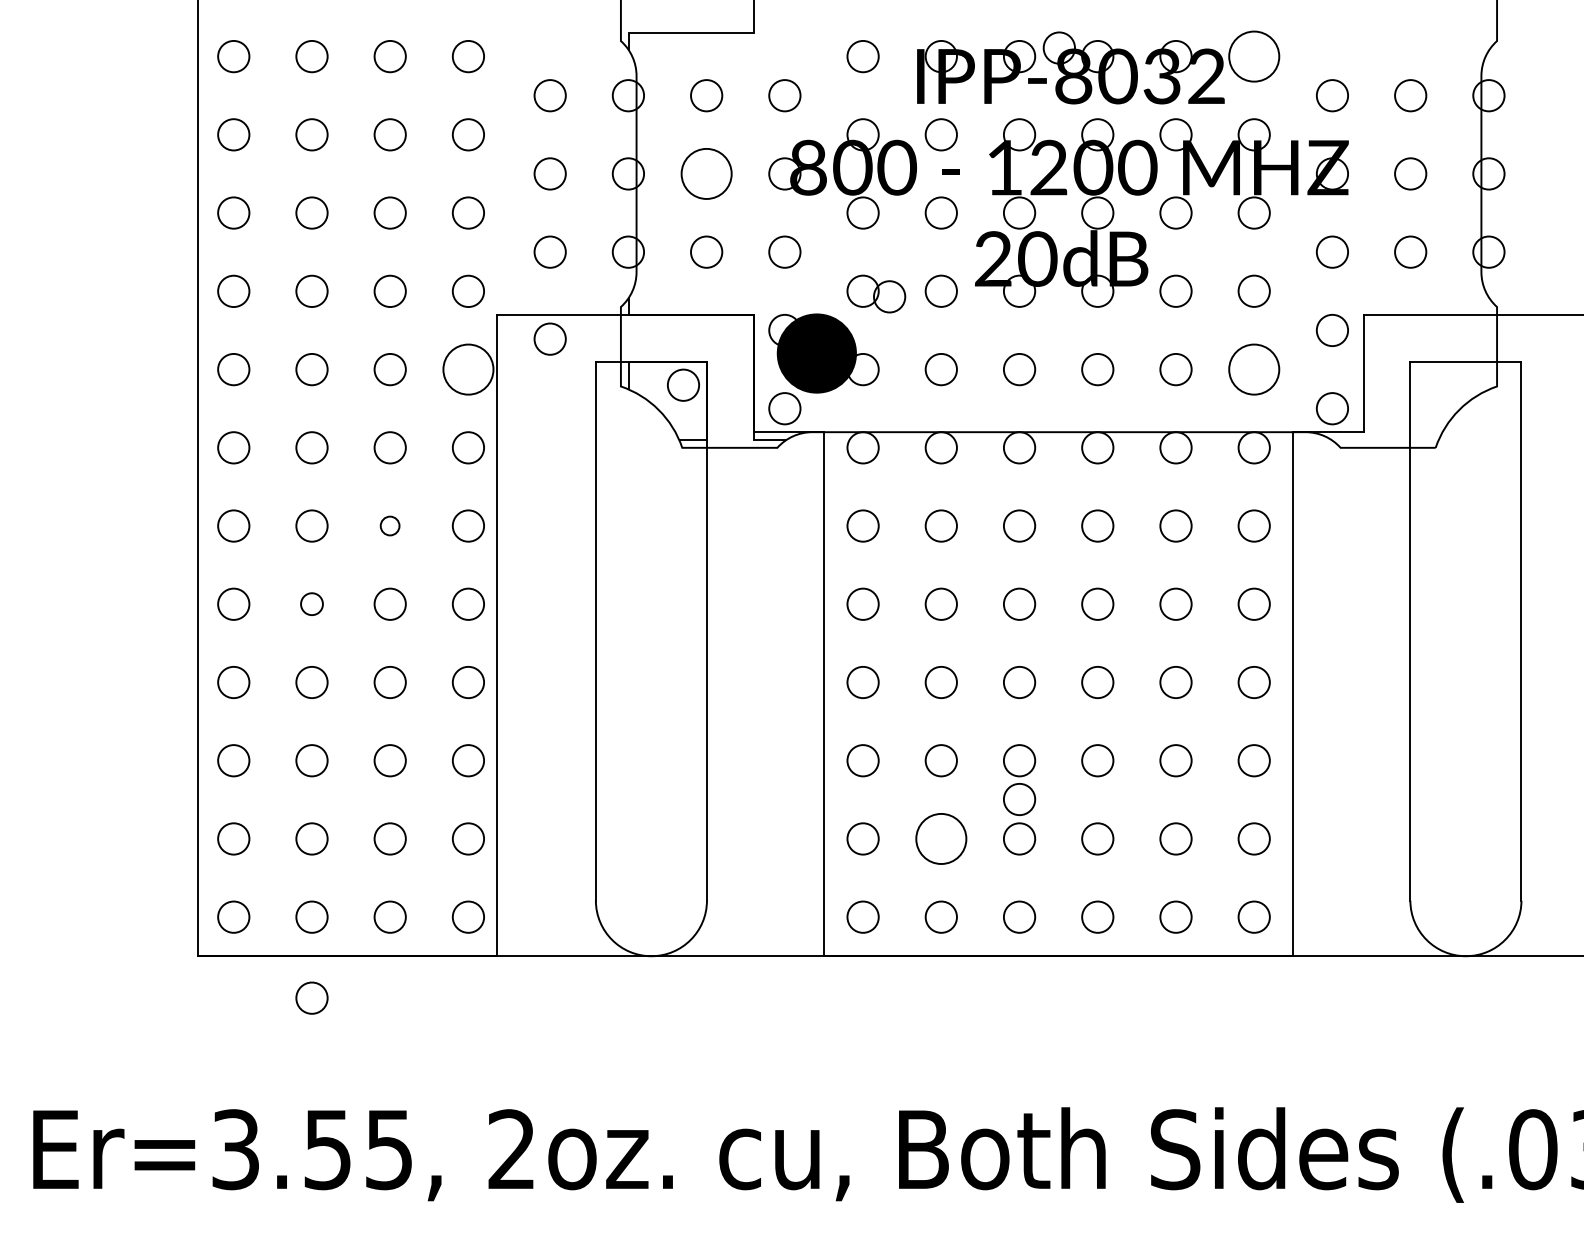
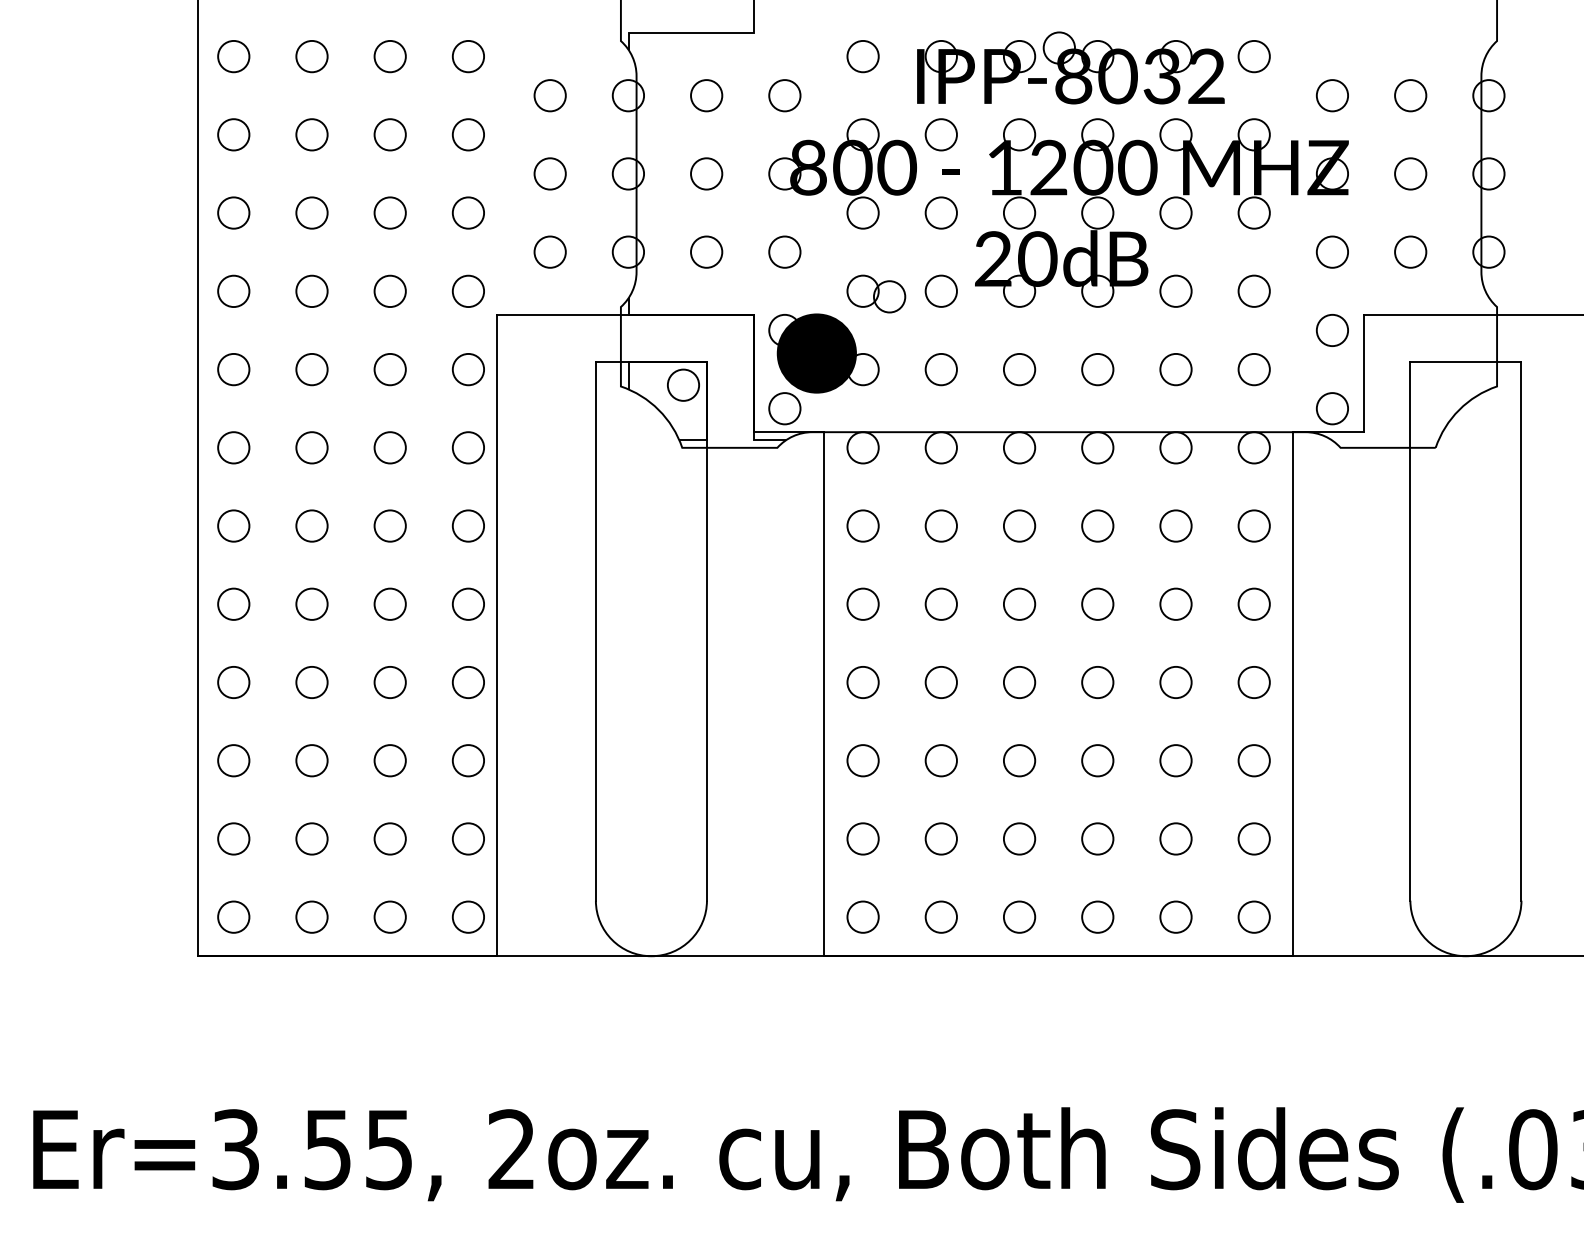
circle at (1254, 56) diameter: 50 px -> 31 px
circle at (706, 173) diameter: 50 px -> 31 px
circle at (549, 338): present -> none
circle at (468, 369) diameter: 50 px -> 31 px
circle at (1254, 369) diameter: 50 px -> 31 px
circle at (389, 525) size: 22x22 px -> 34x34 px
circle at (311, 603) size: 24x24 px -> 34x34 px
circle at (1019, 799): present -> none
circle at (941, 838) diameter: 50 px -> 31 px
circle at (311, 997): present -> none
